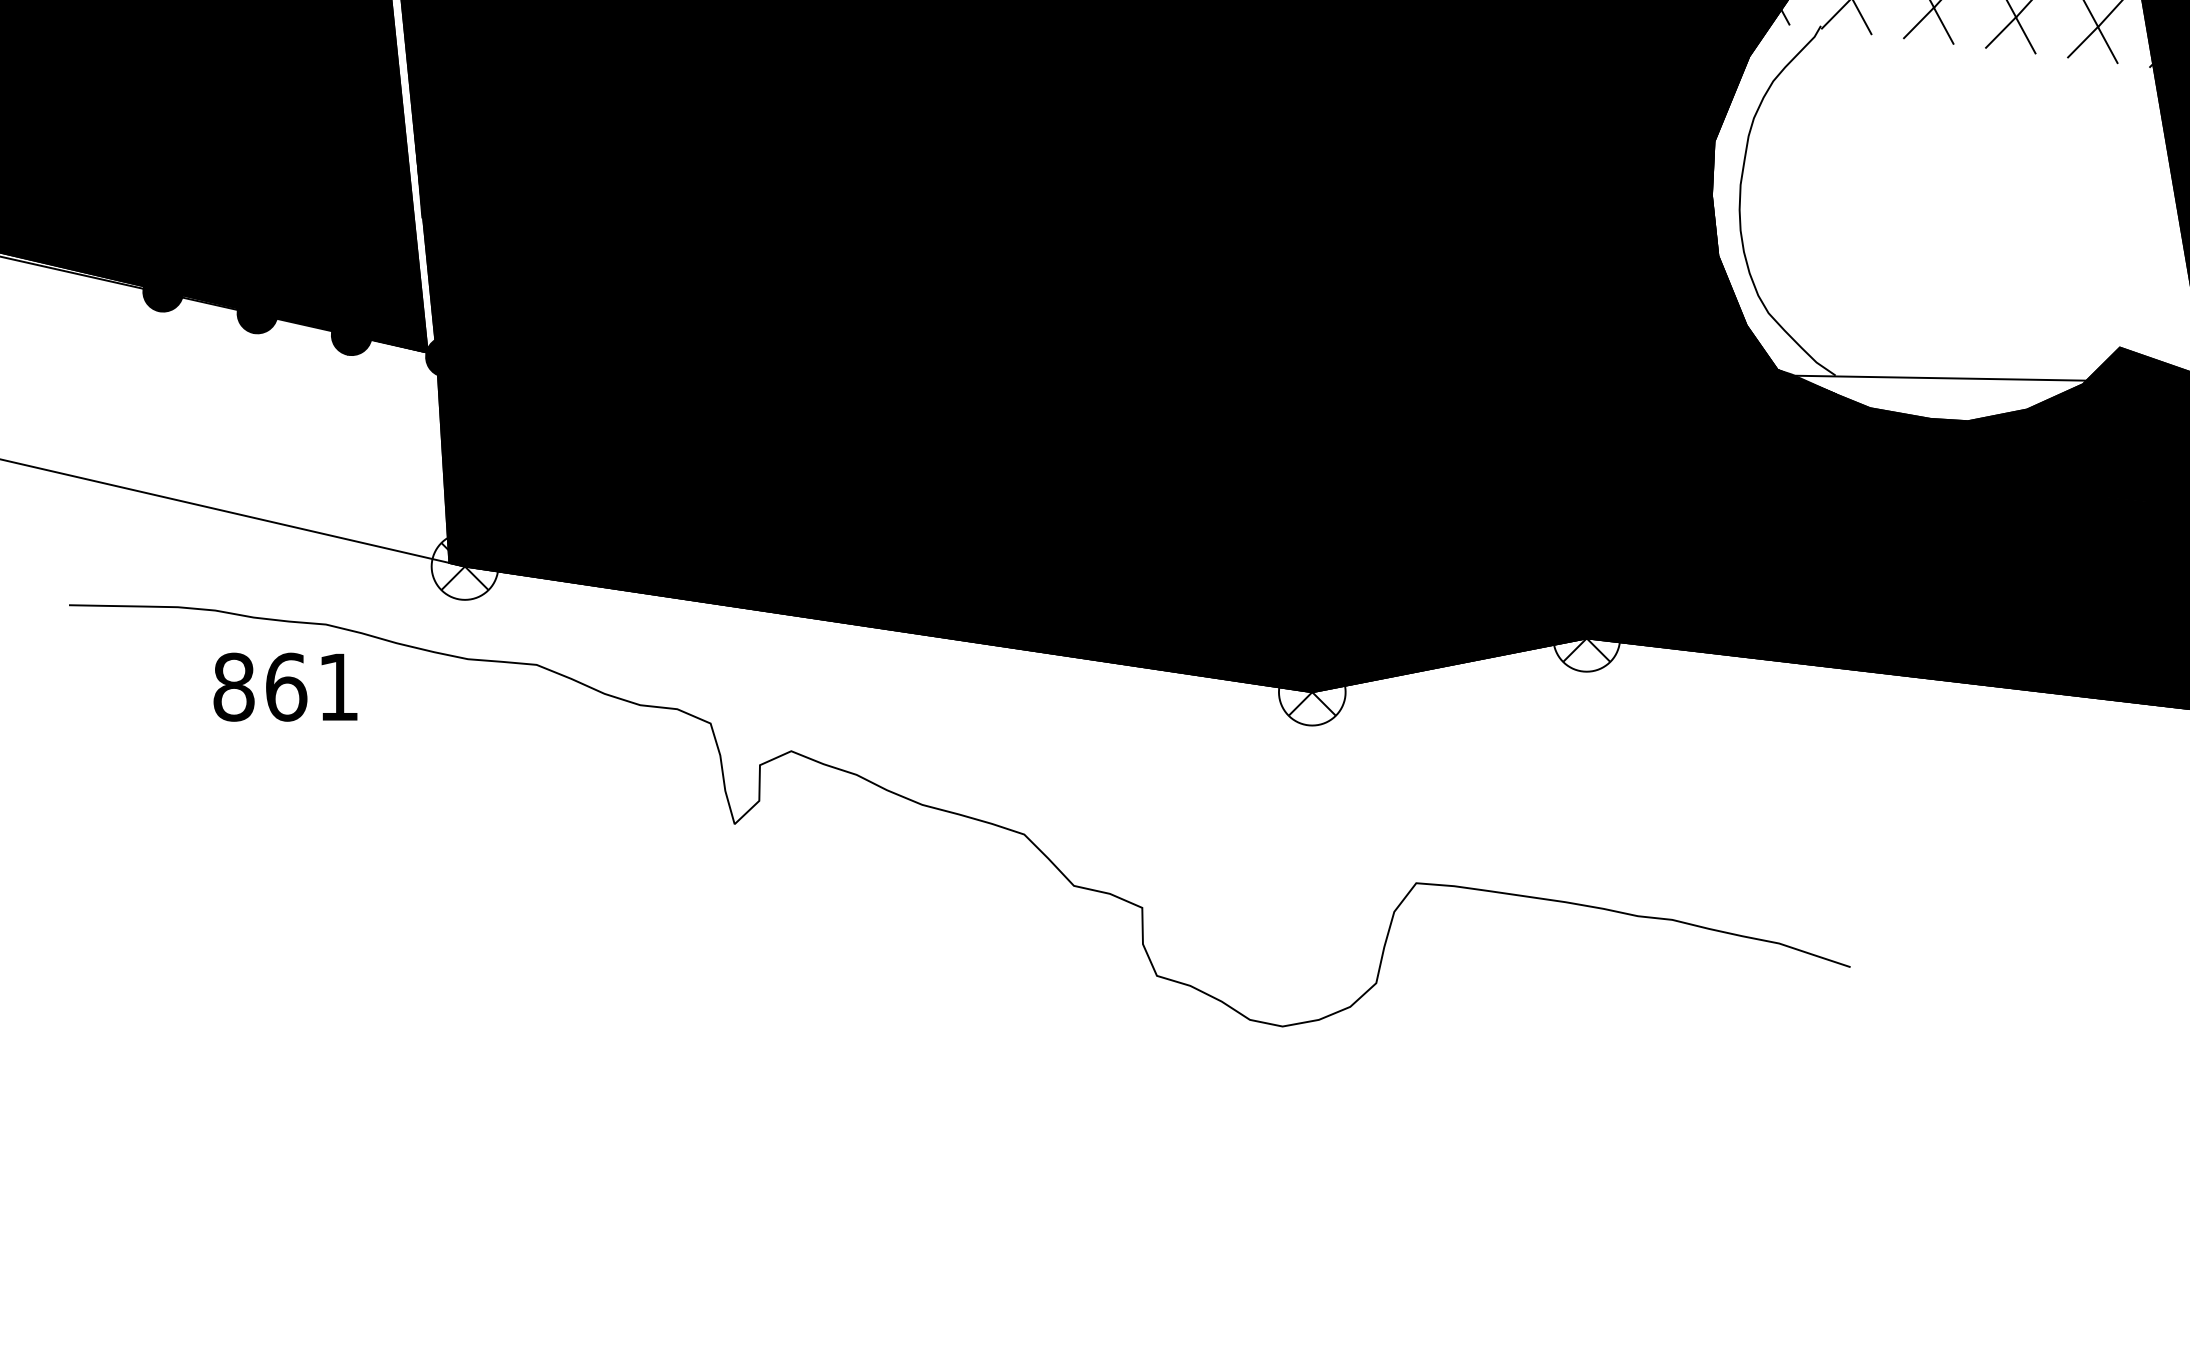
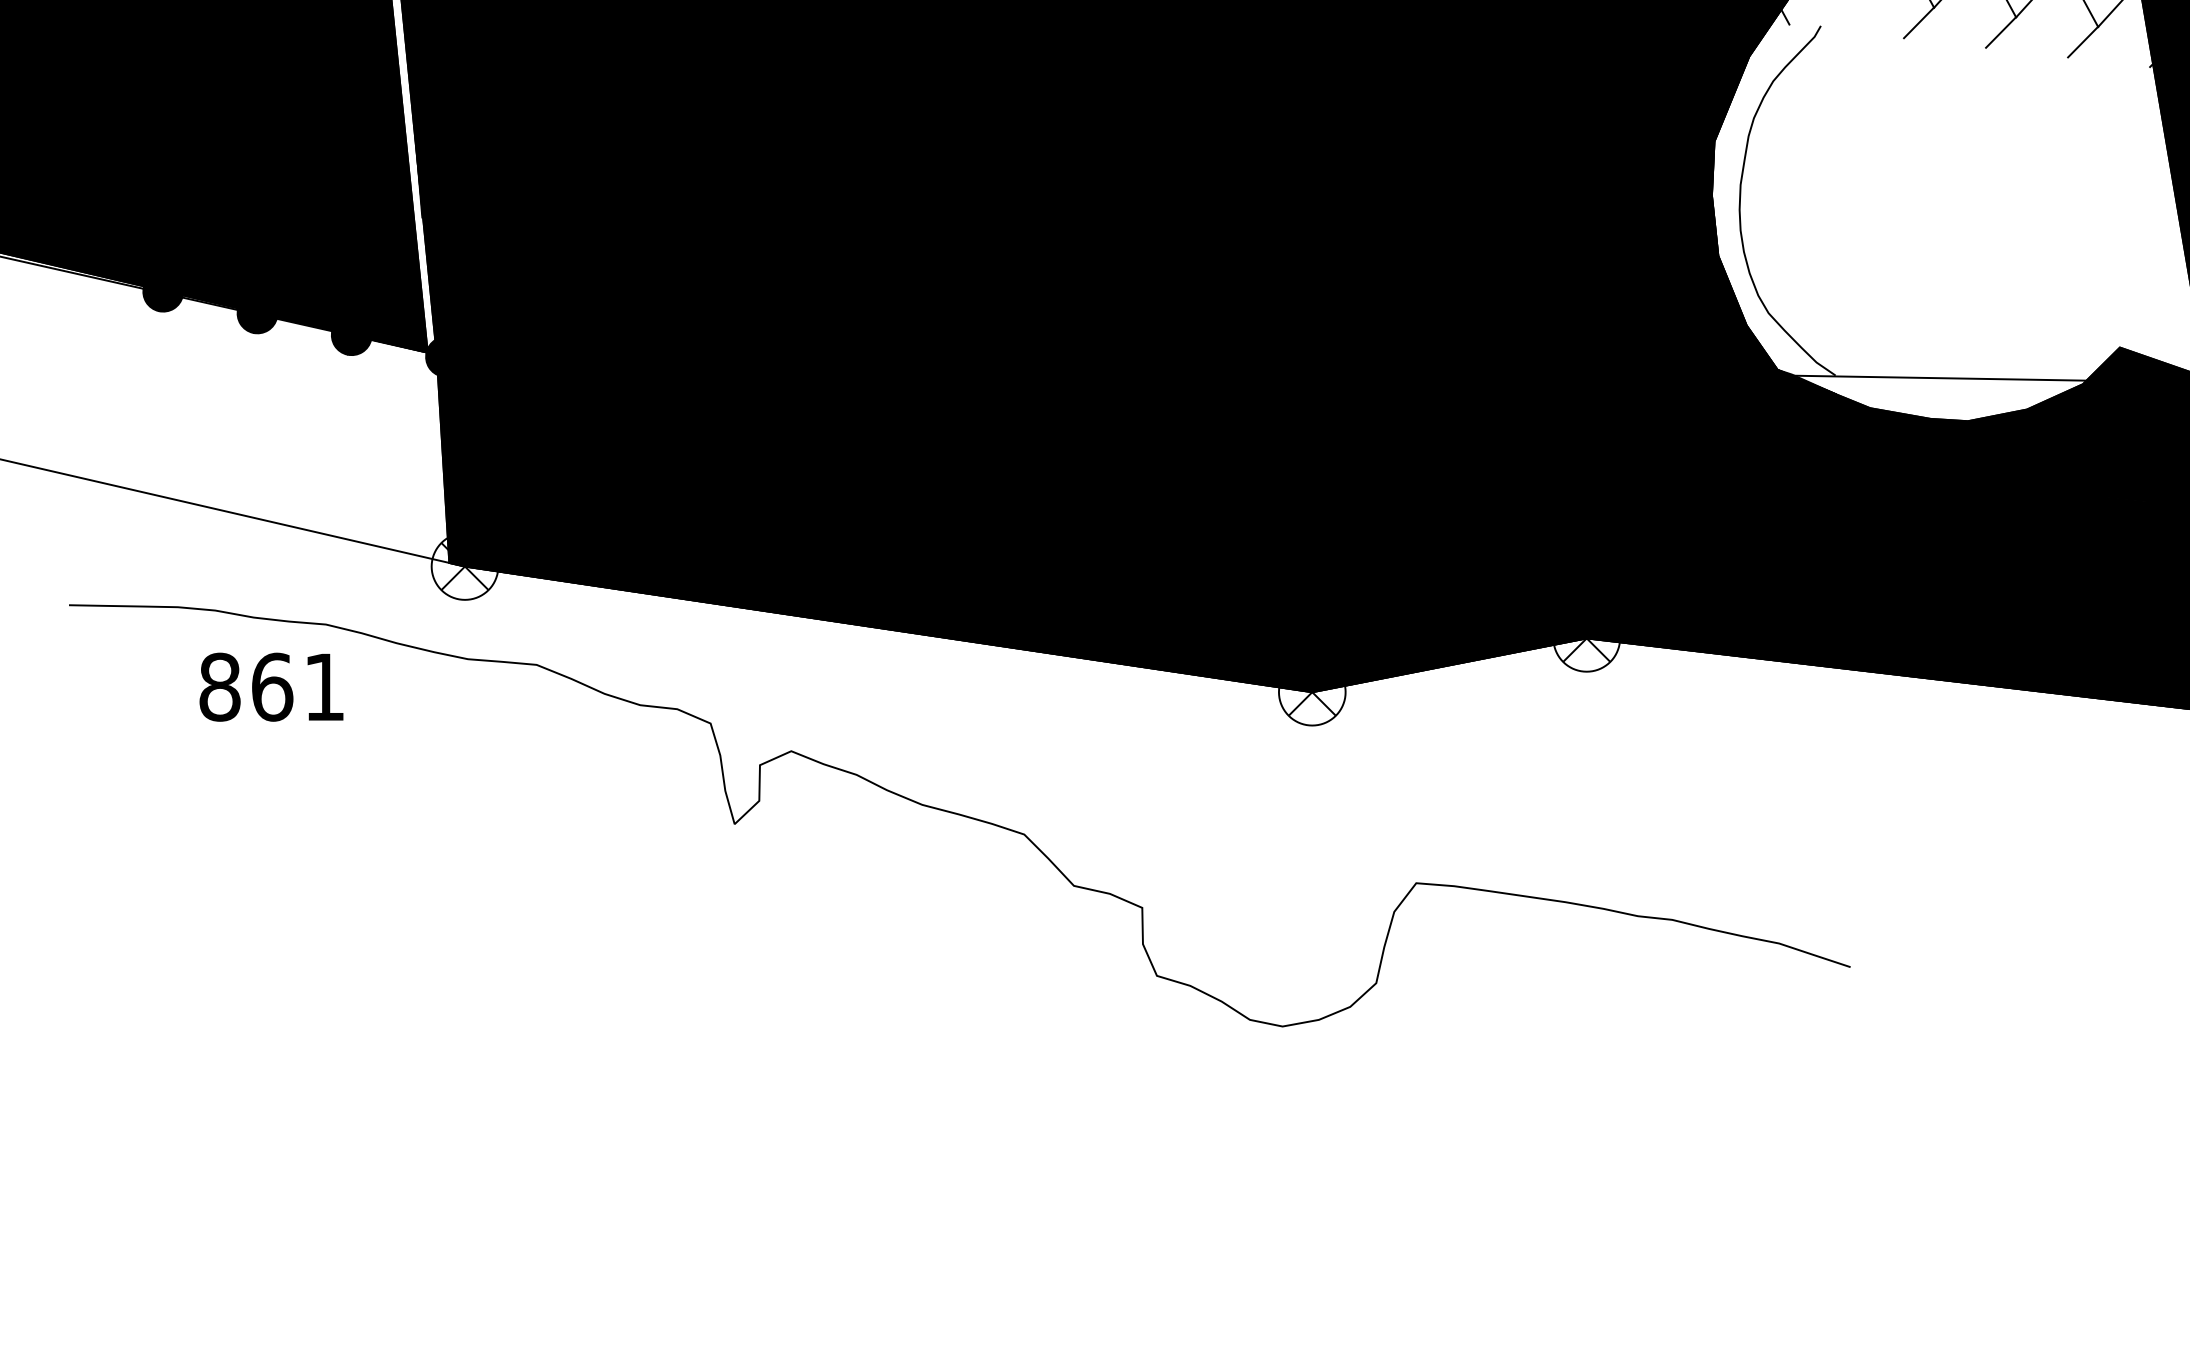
line at (1834, 15): present -> none
line at (1862, 18): present -> none
line at (1943, 25): present -> none
line at (2025, 35): present -> none
line at (2107, 45): present -> none
text at (285, 686) position: (285, 686) -> (271, 686)
